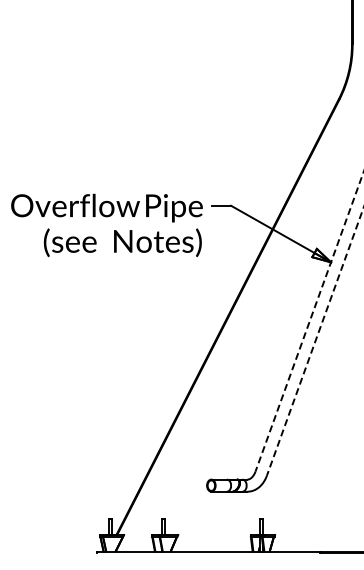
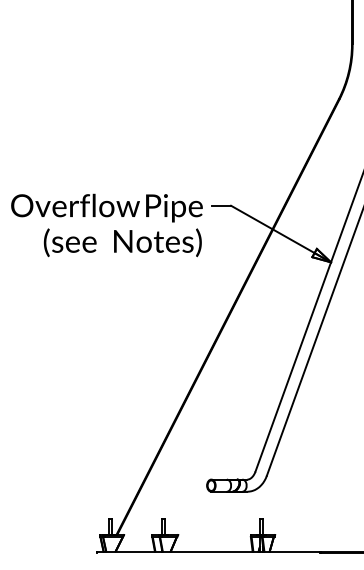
line at (309, 322): dashed -> solid
line at (315, 341): dashed -> solid
